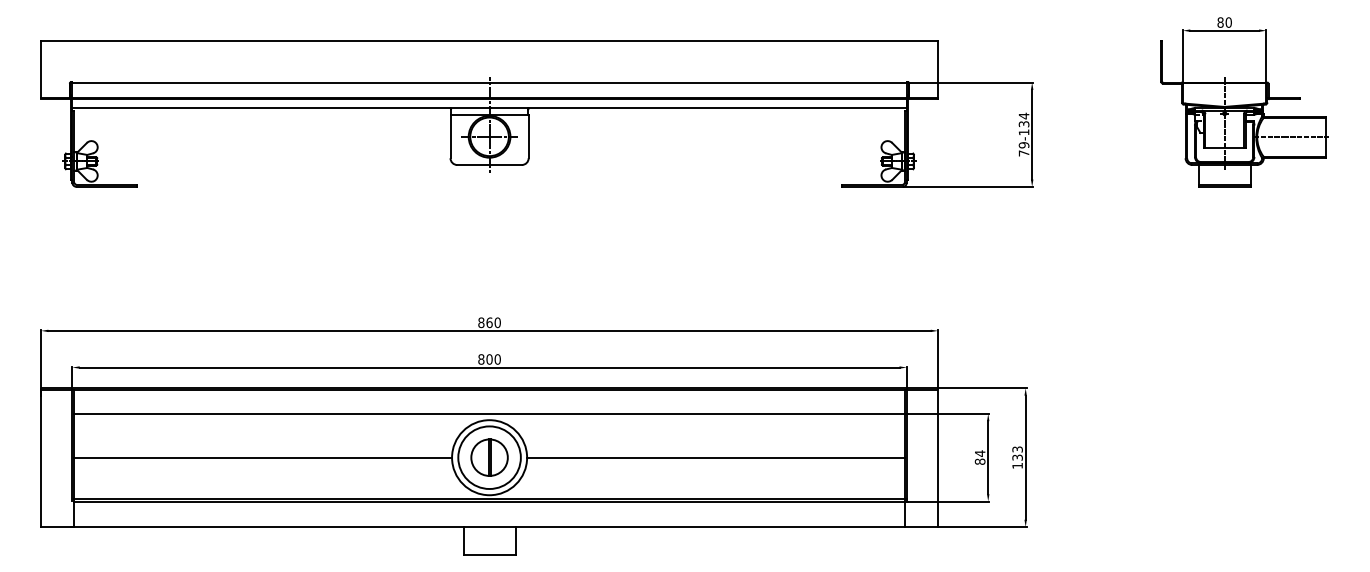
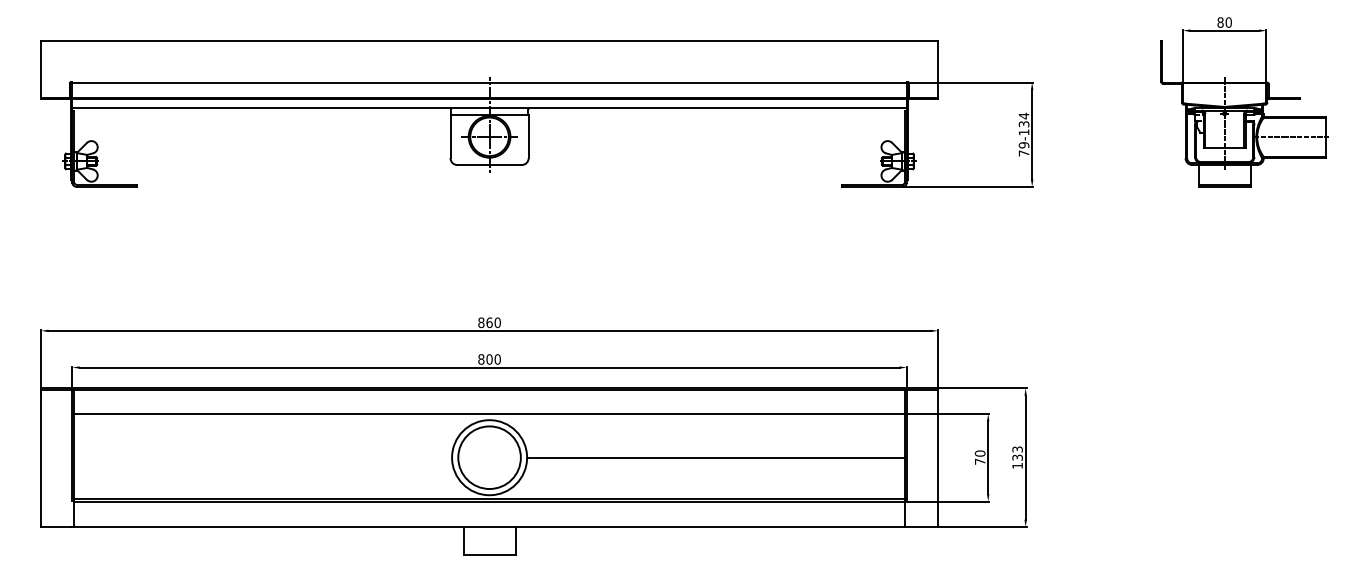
line at (263, 457): present -> none
part at (489, 457): present -> none
text at (979, 457): 84 -> 70
